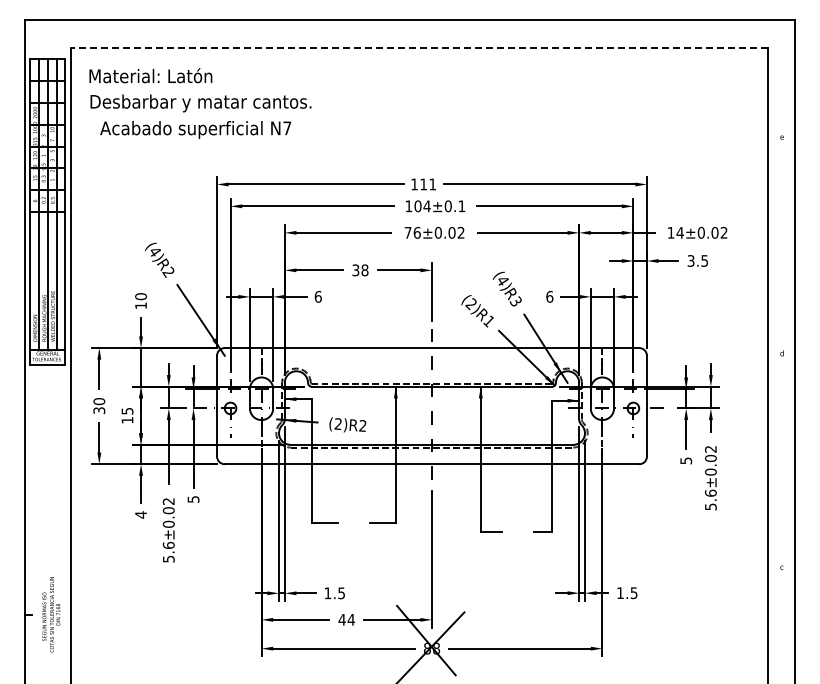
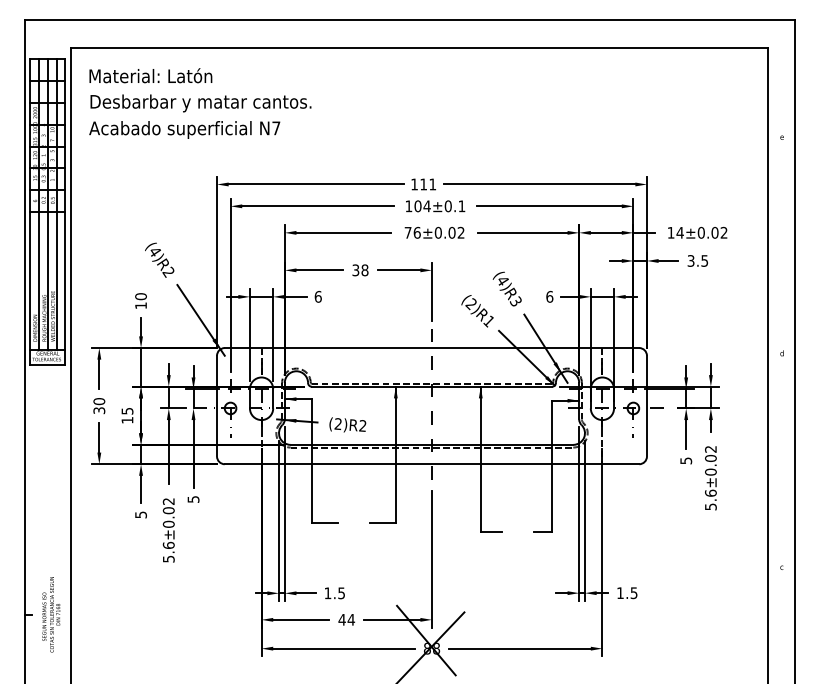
line at (419, 47): dashed -> solid
text at (195, 129) position: (195, 129) -> (184, 129)
text at (140, 514): 4 -> 5
